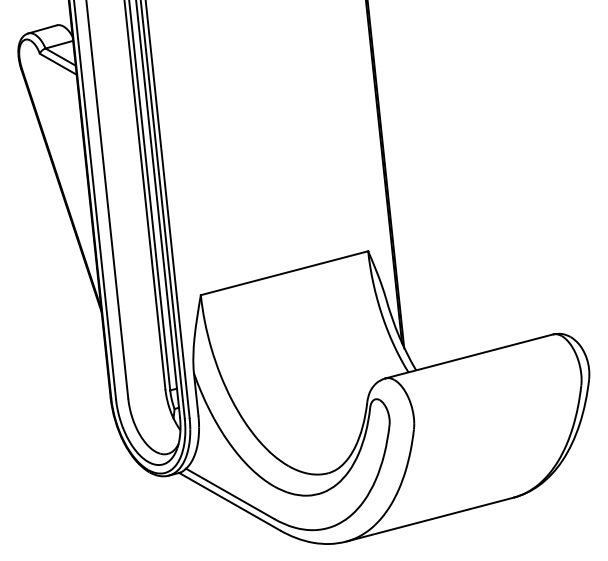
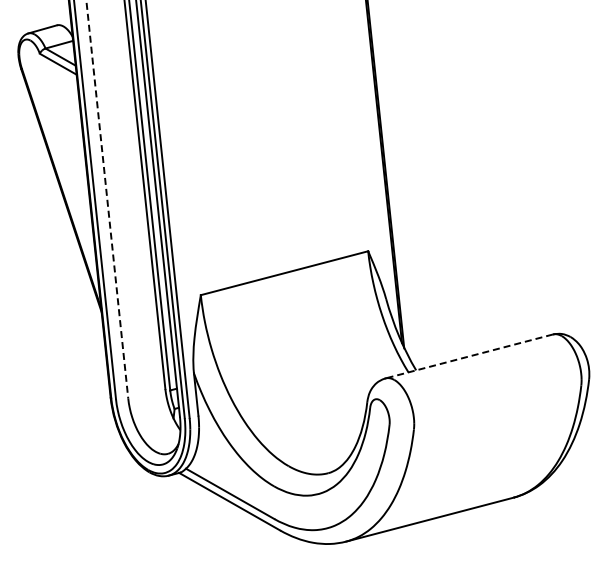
line at (107, 199): solid -> dashed
line at (469, 356): solid -> dashed
